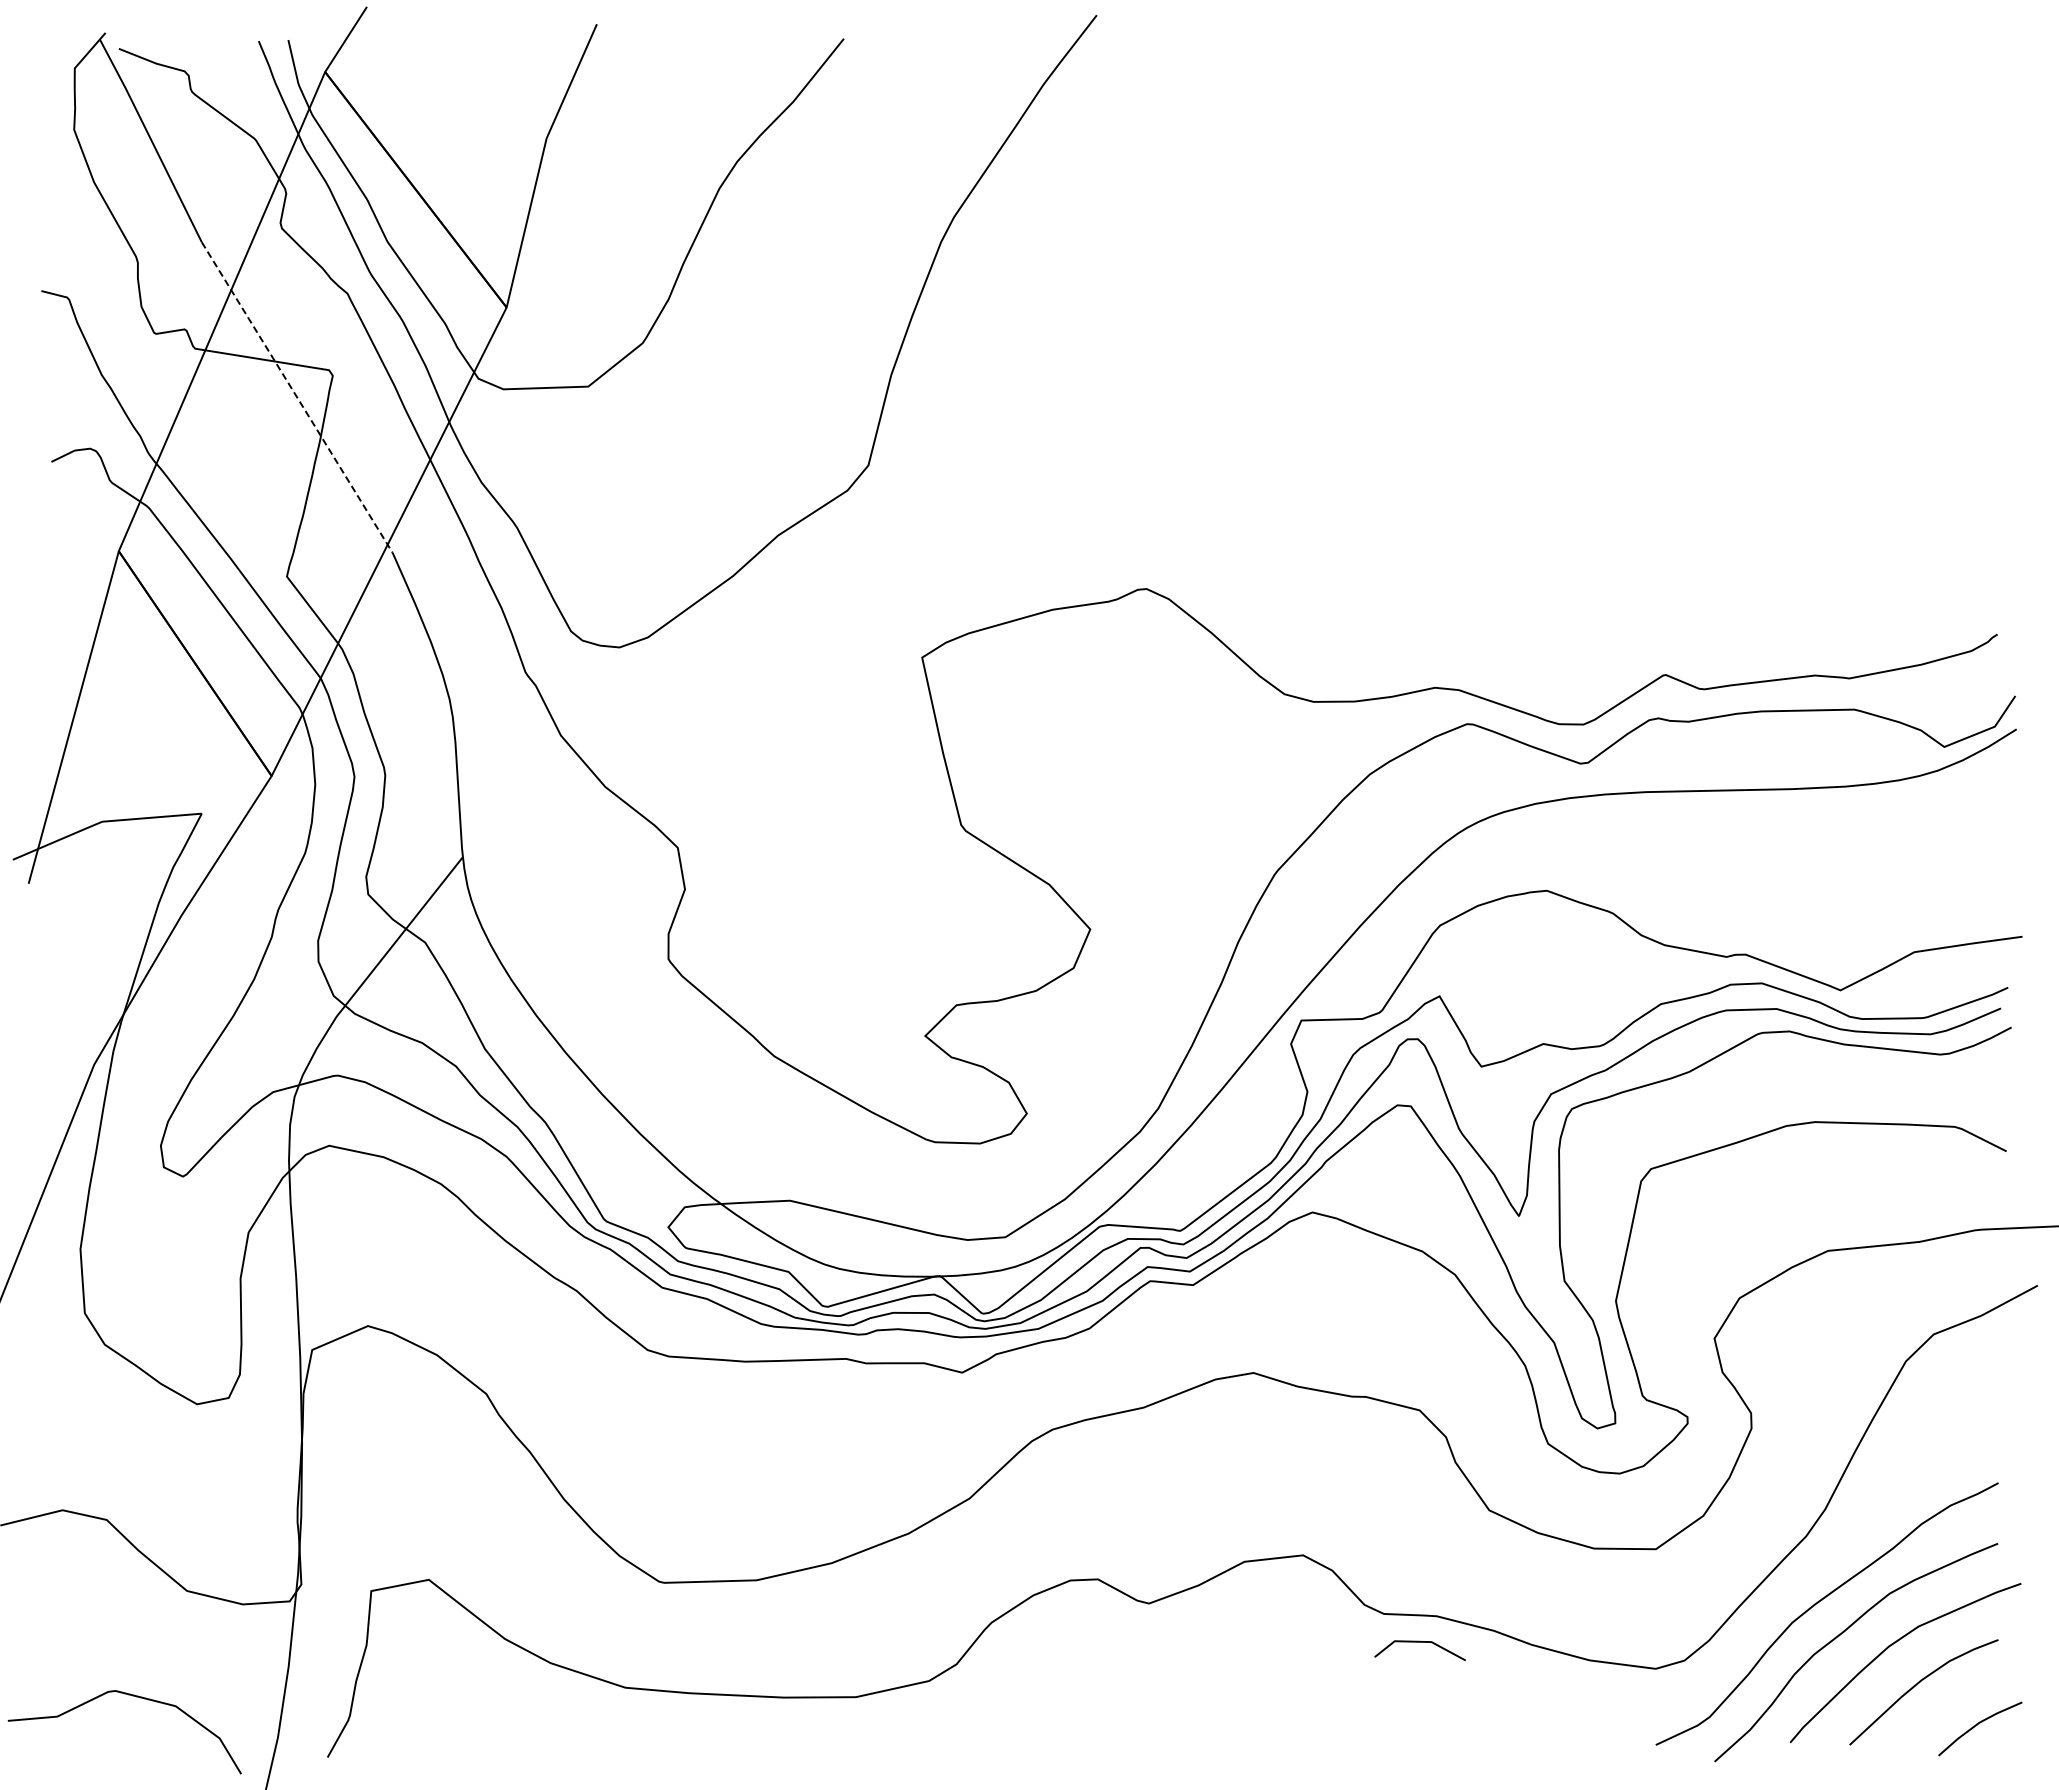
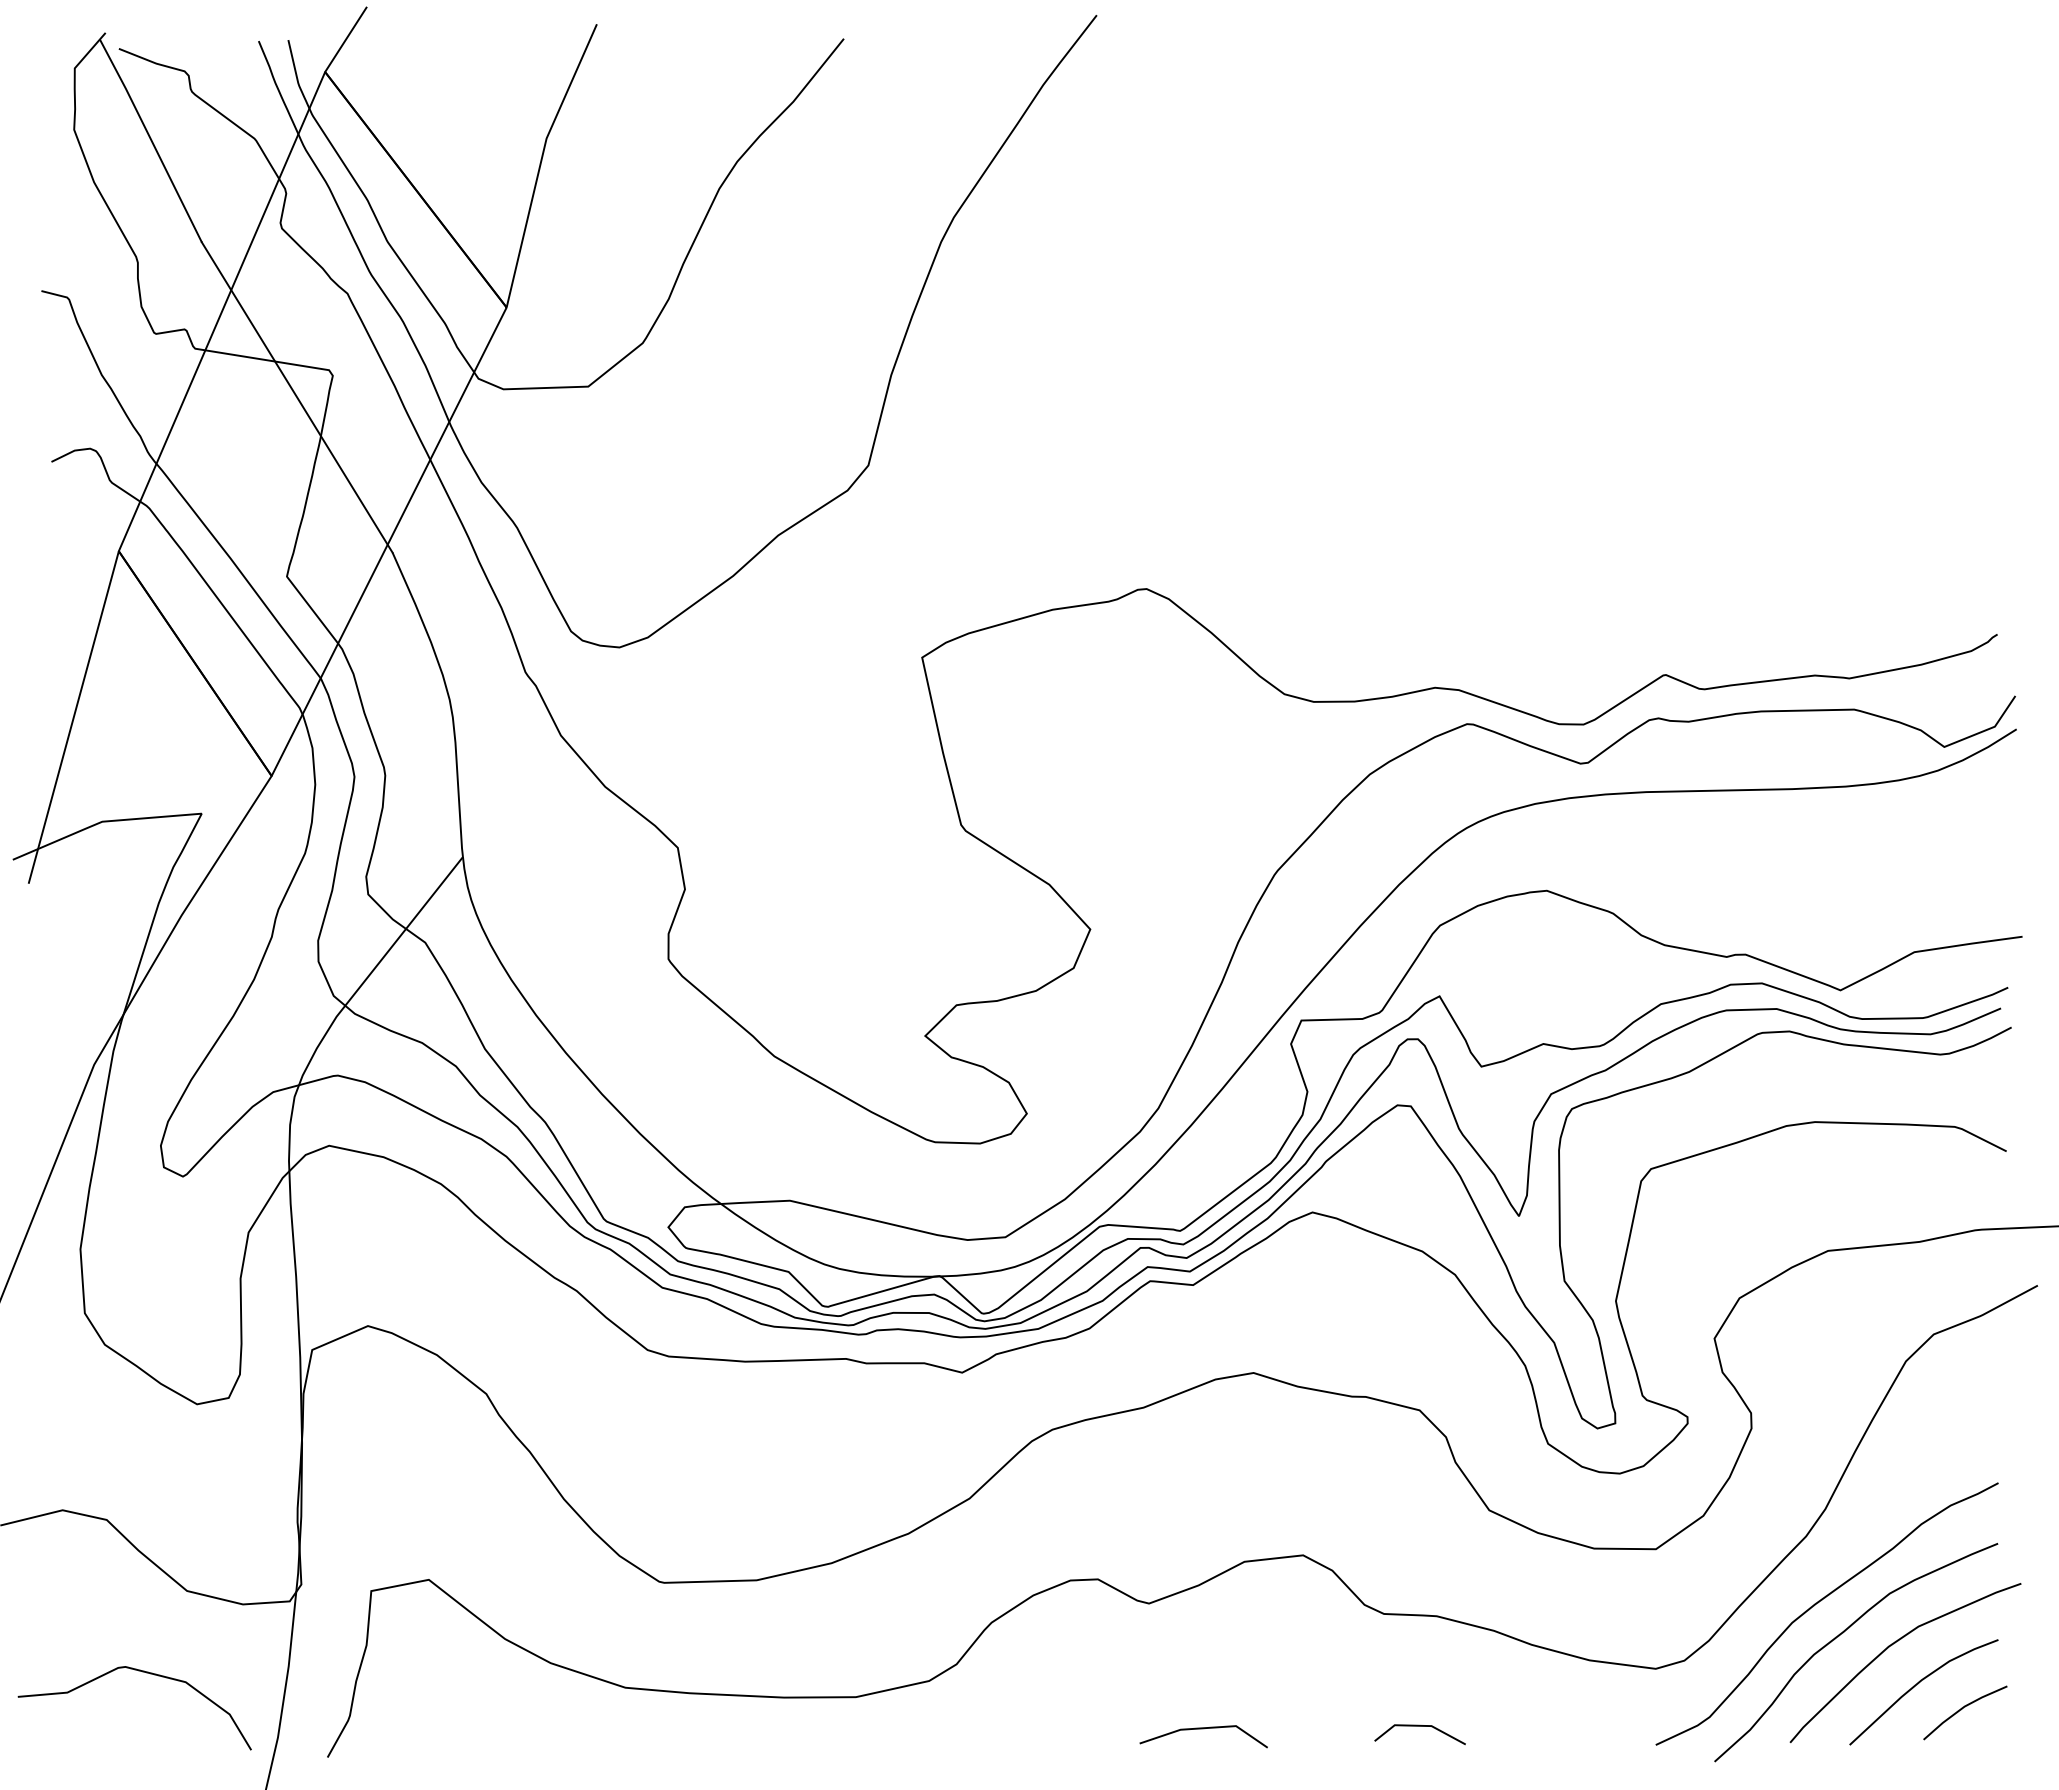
line at (297, 397): dashed -> solid
line at (1419, 1642) position: (1419, 1642) -> (1419, 1726)
curve at (132, 1696) position: (132, 1696) -> (142, 1672)
line at (1977, 1725) position: (1977, 1725) -> (1962, 1709)
line at (1203, 1729): none -> present
